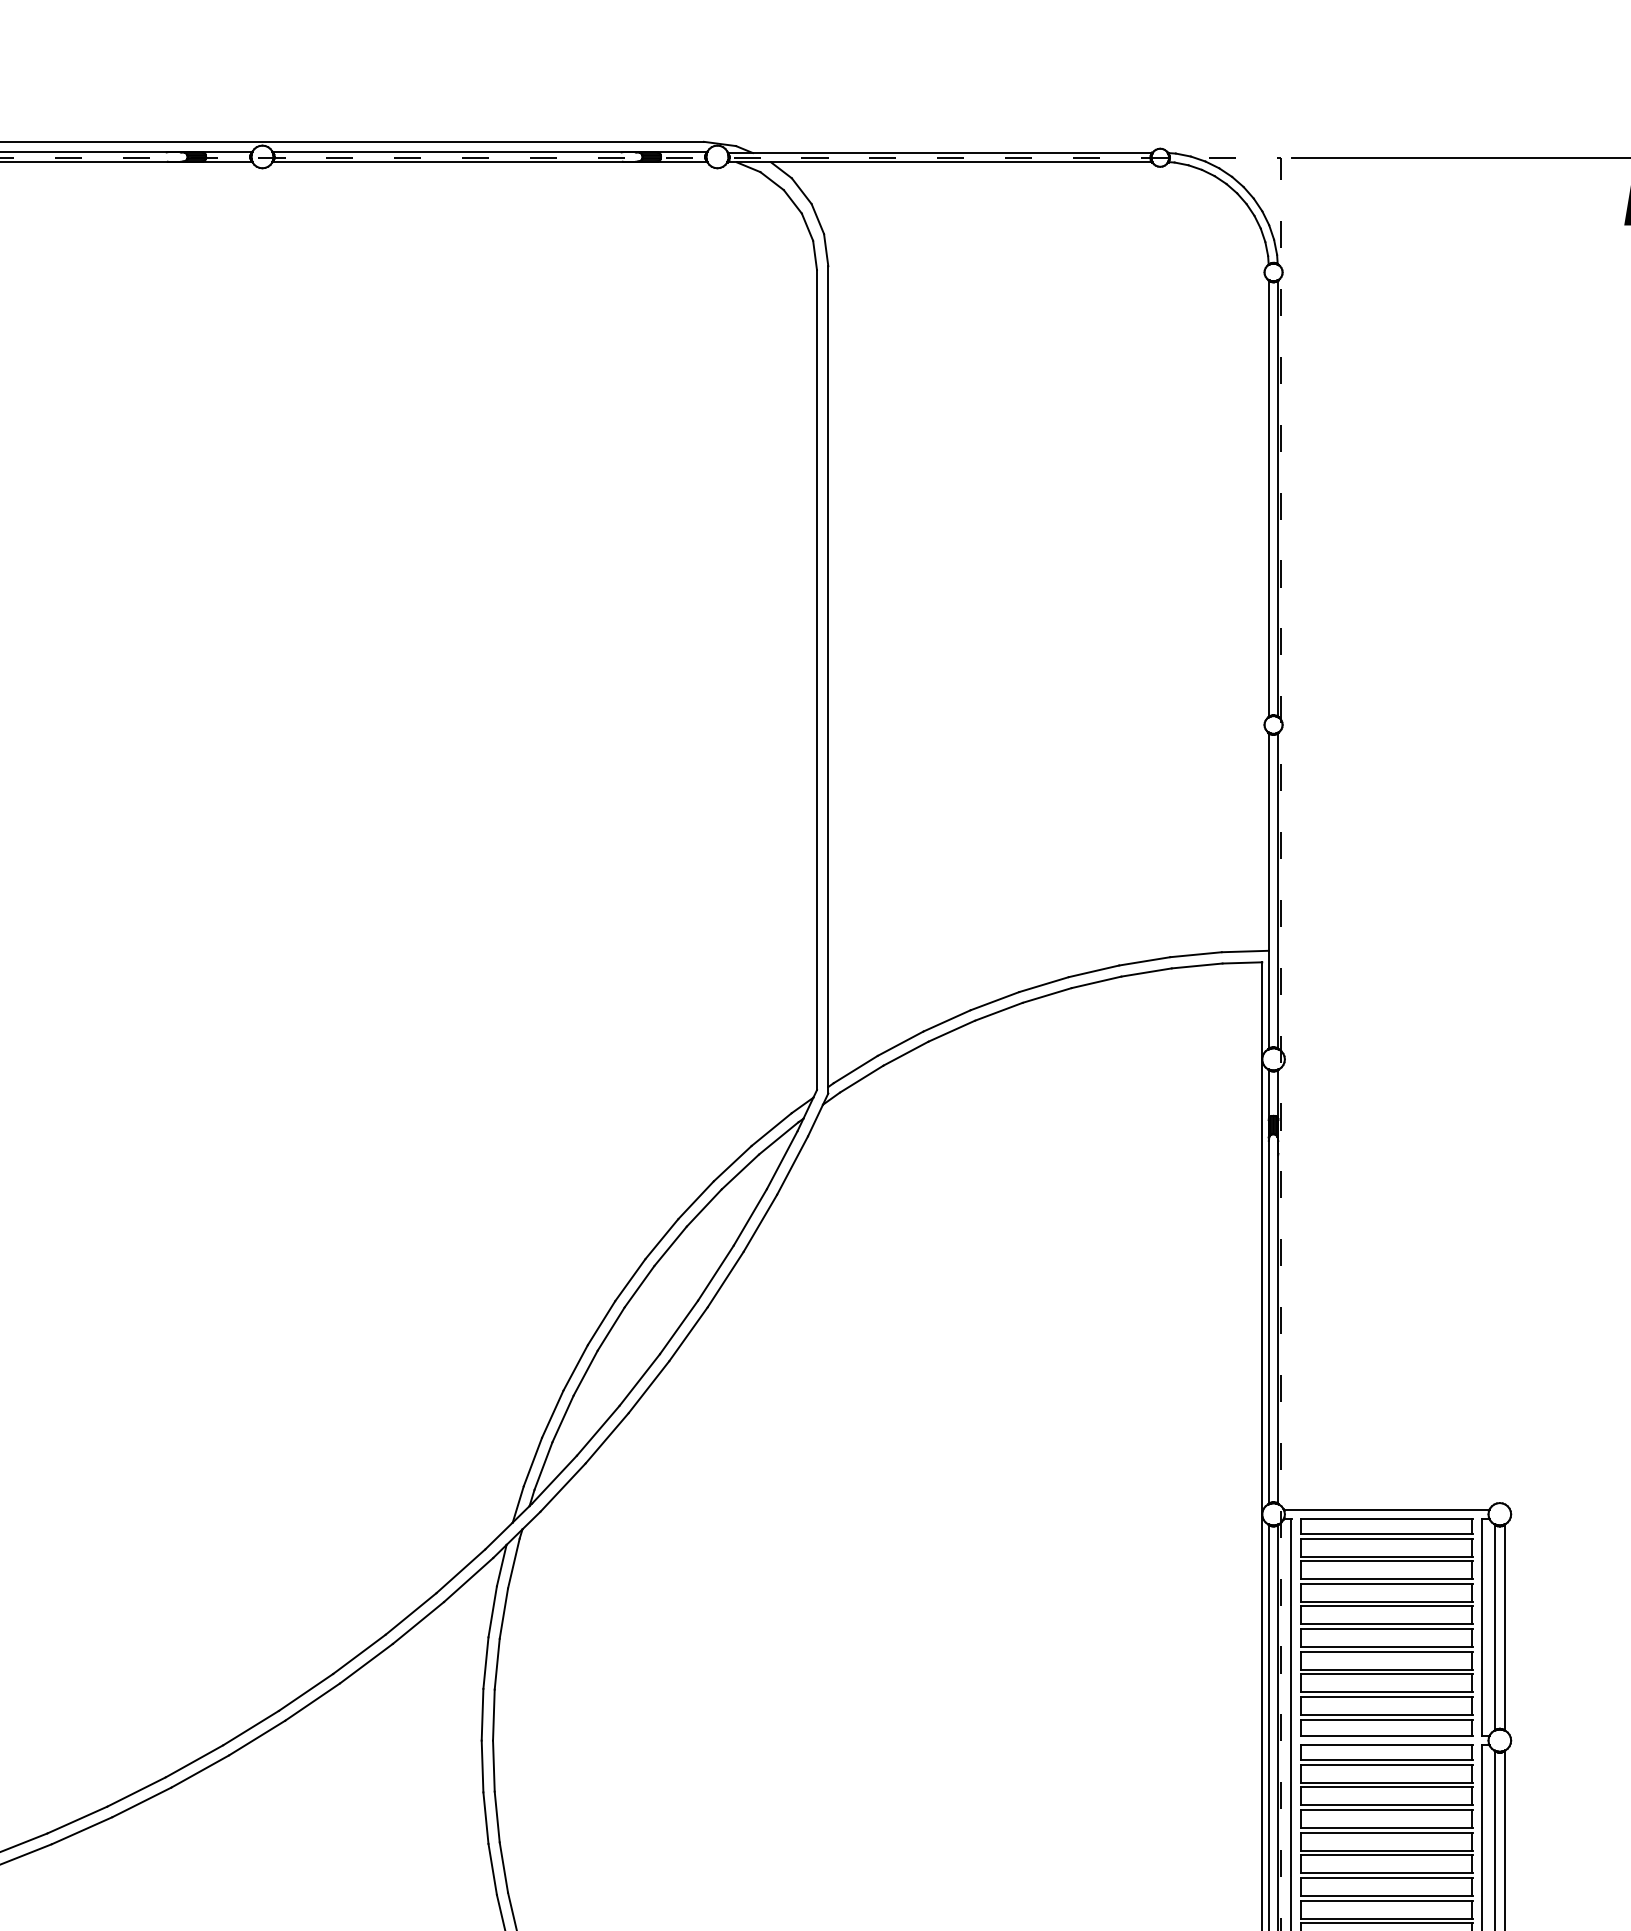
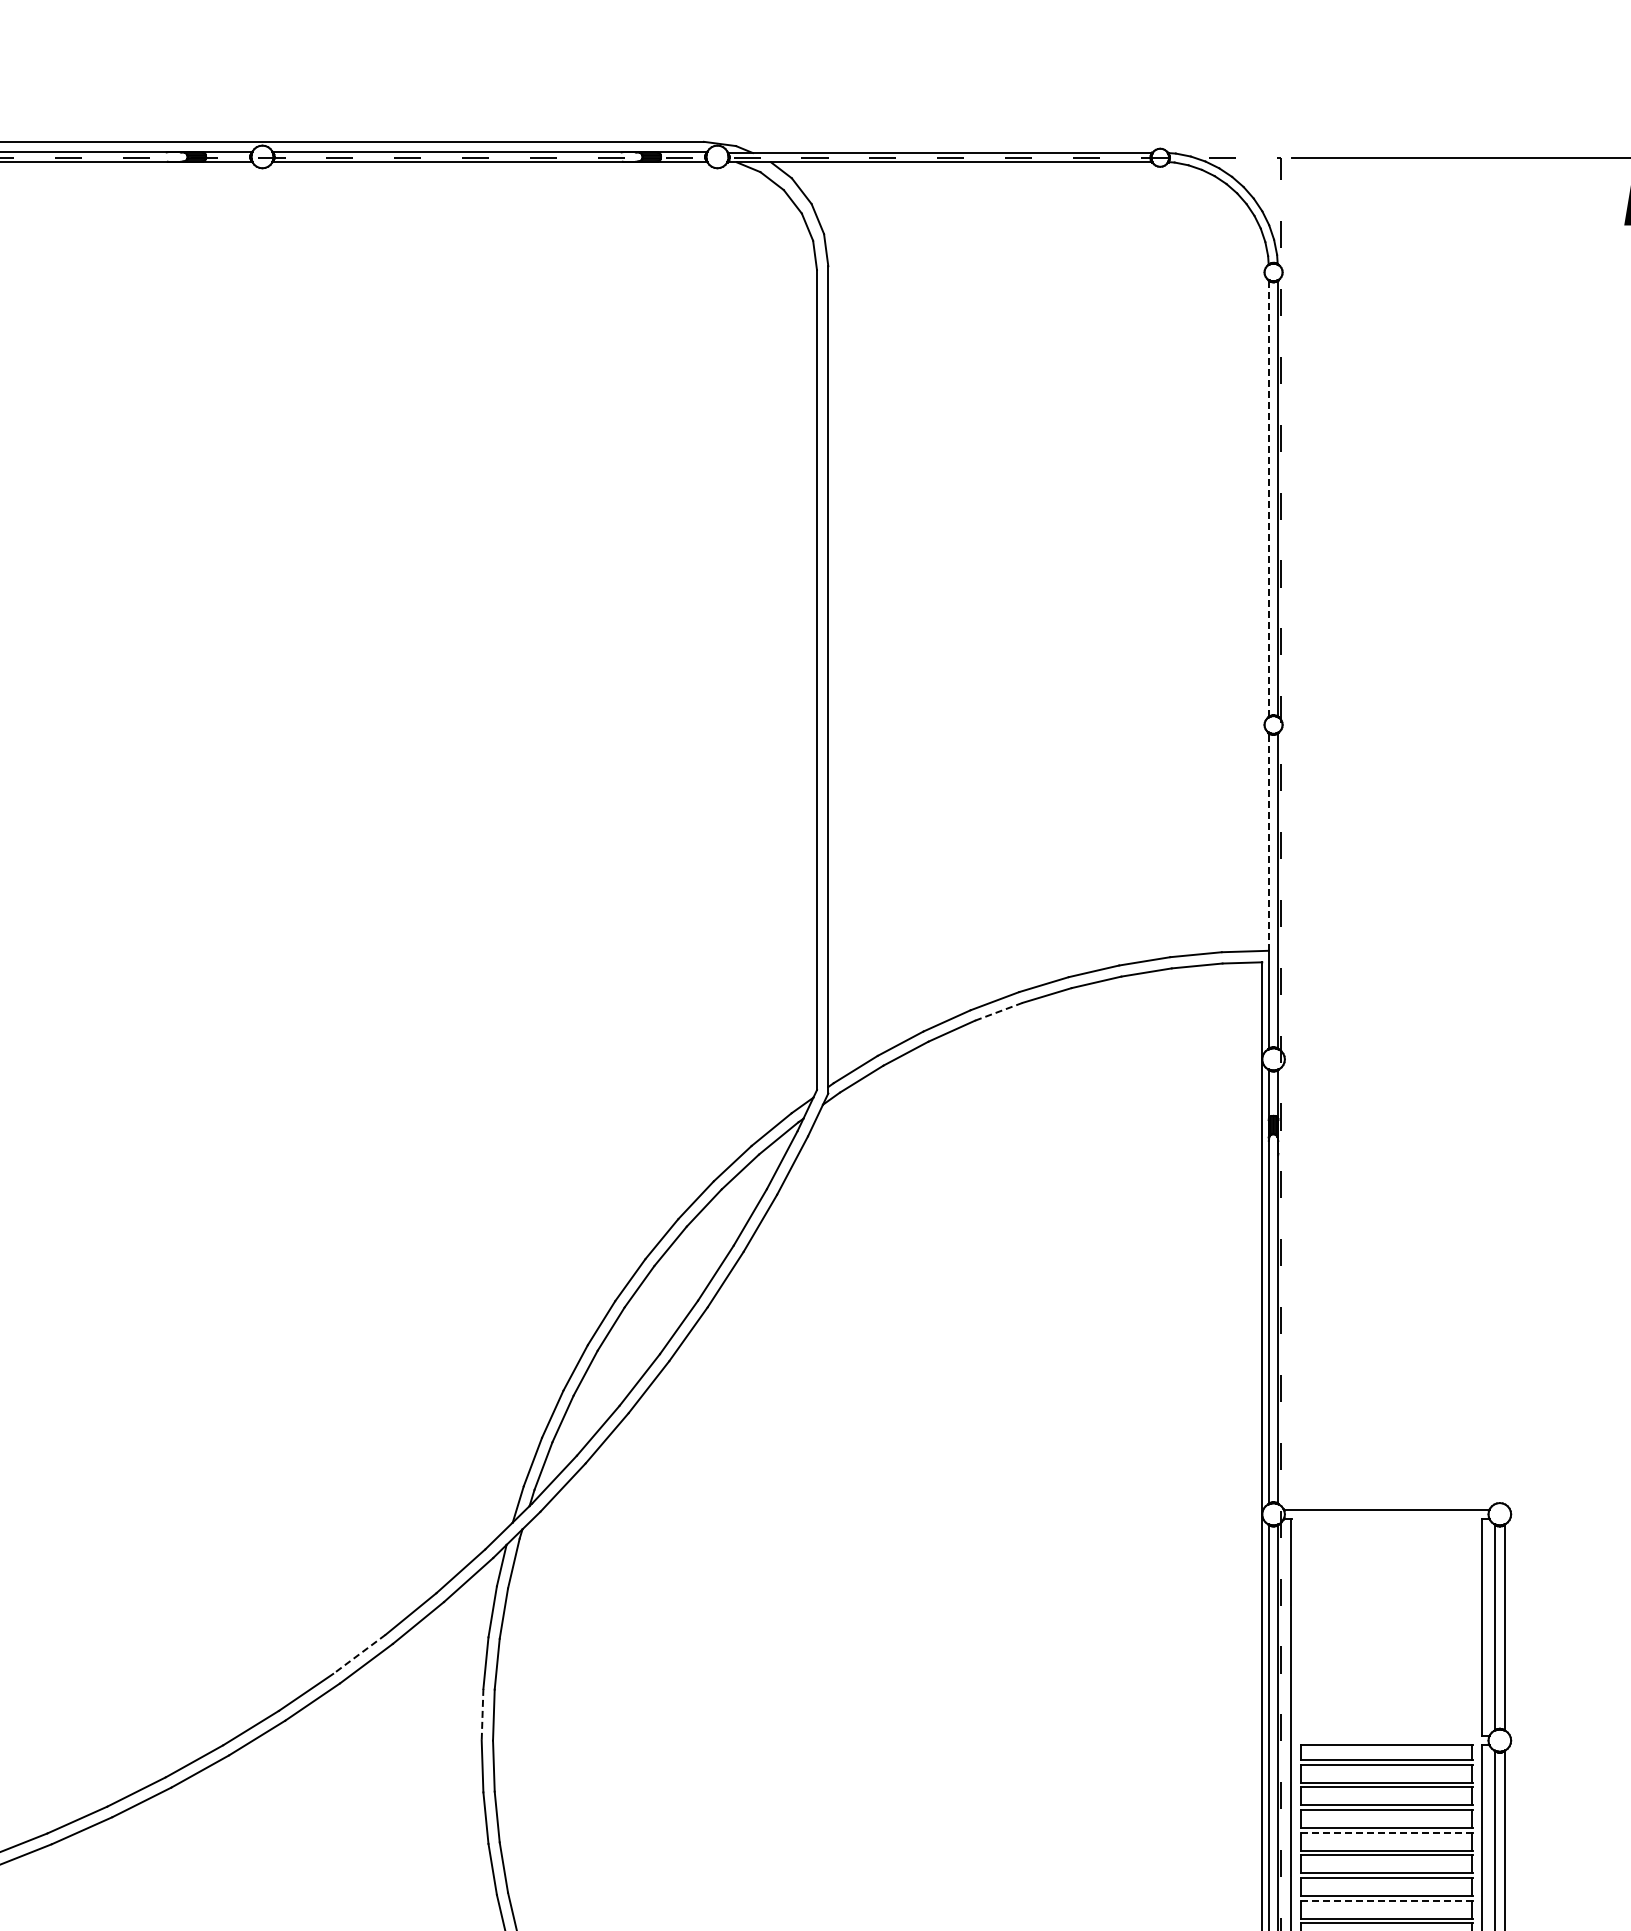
line at (1269, 499): solid -> dashed
line at (1268, 842): solid -> dashed
line at (998, 1011): solid -> dashed
part at (1386, 1627): present -> none
line at (359, 1654): solid -> dashed
line at (482, 1714): solid -> dashed
line at (1386, 1832): solid -> dashed
line at (1386, 1900): solid -> dashed
